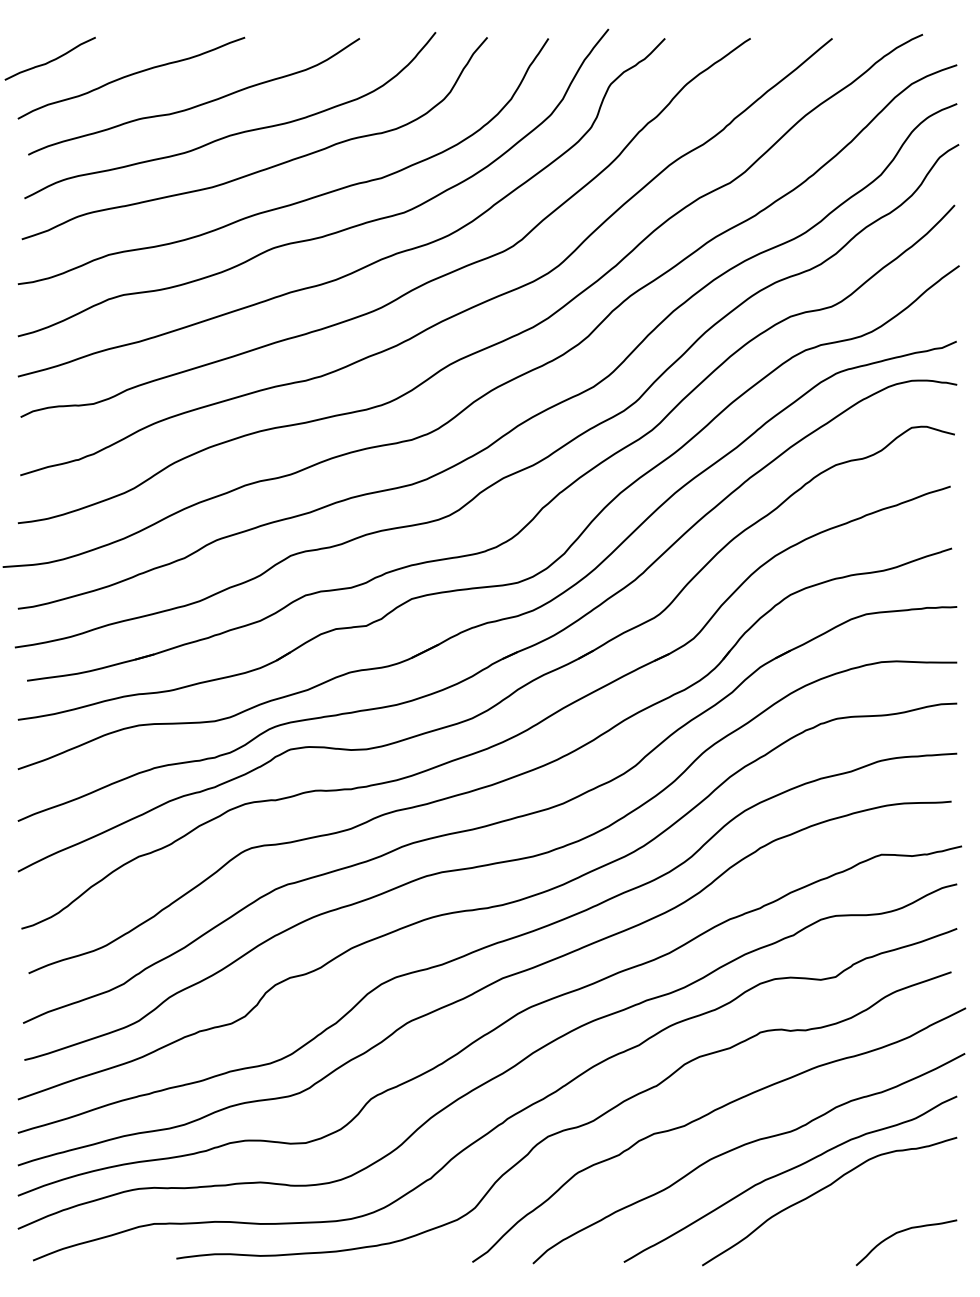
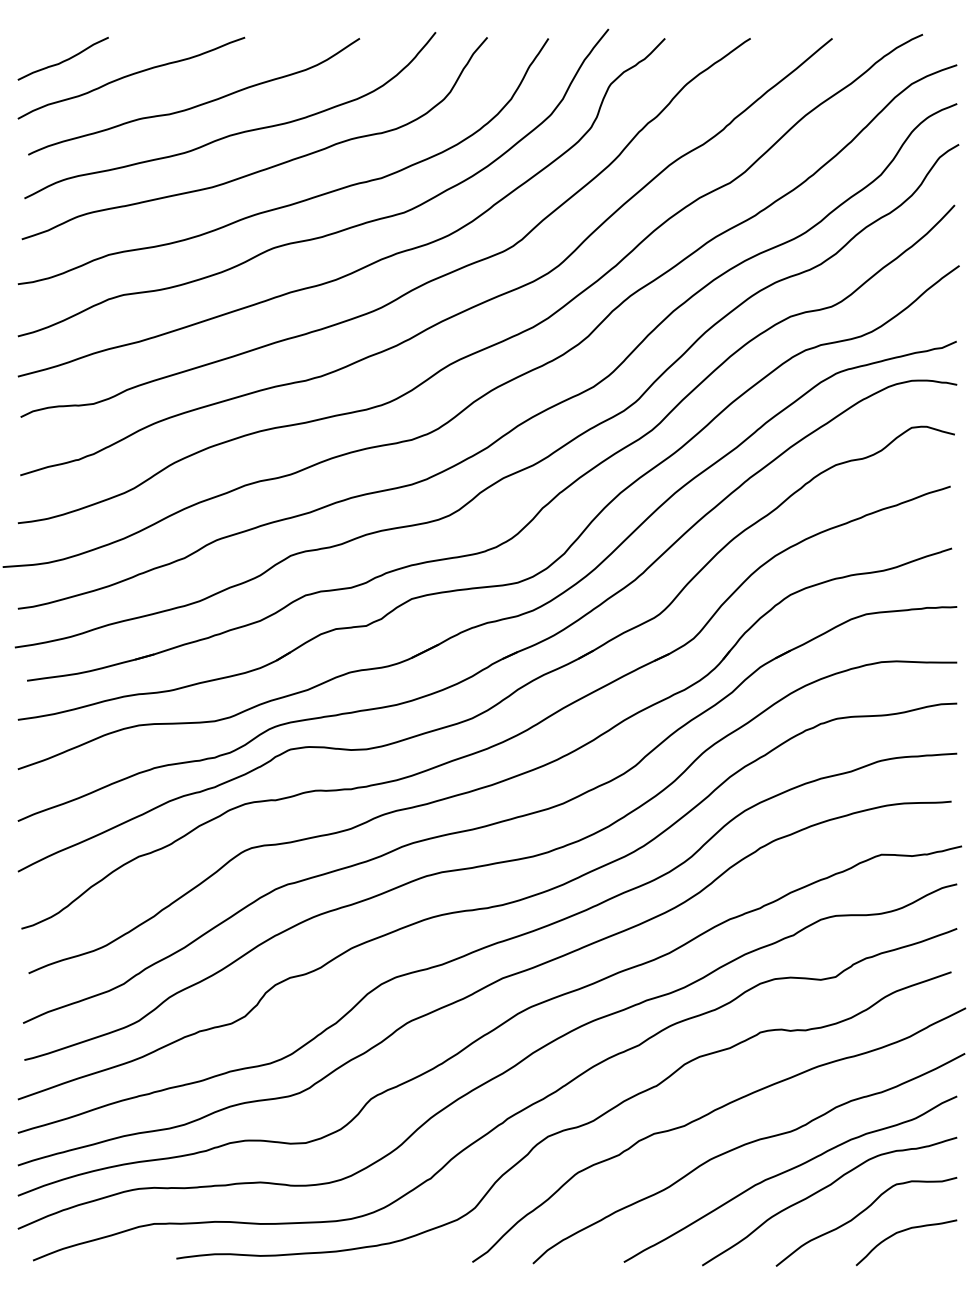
curve at (50, 60) position: (50, 60) -> (63, 60)
curve at (860, 1214): none -> present
